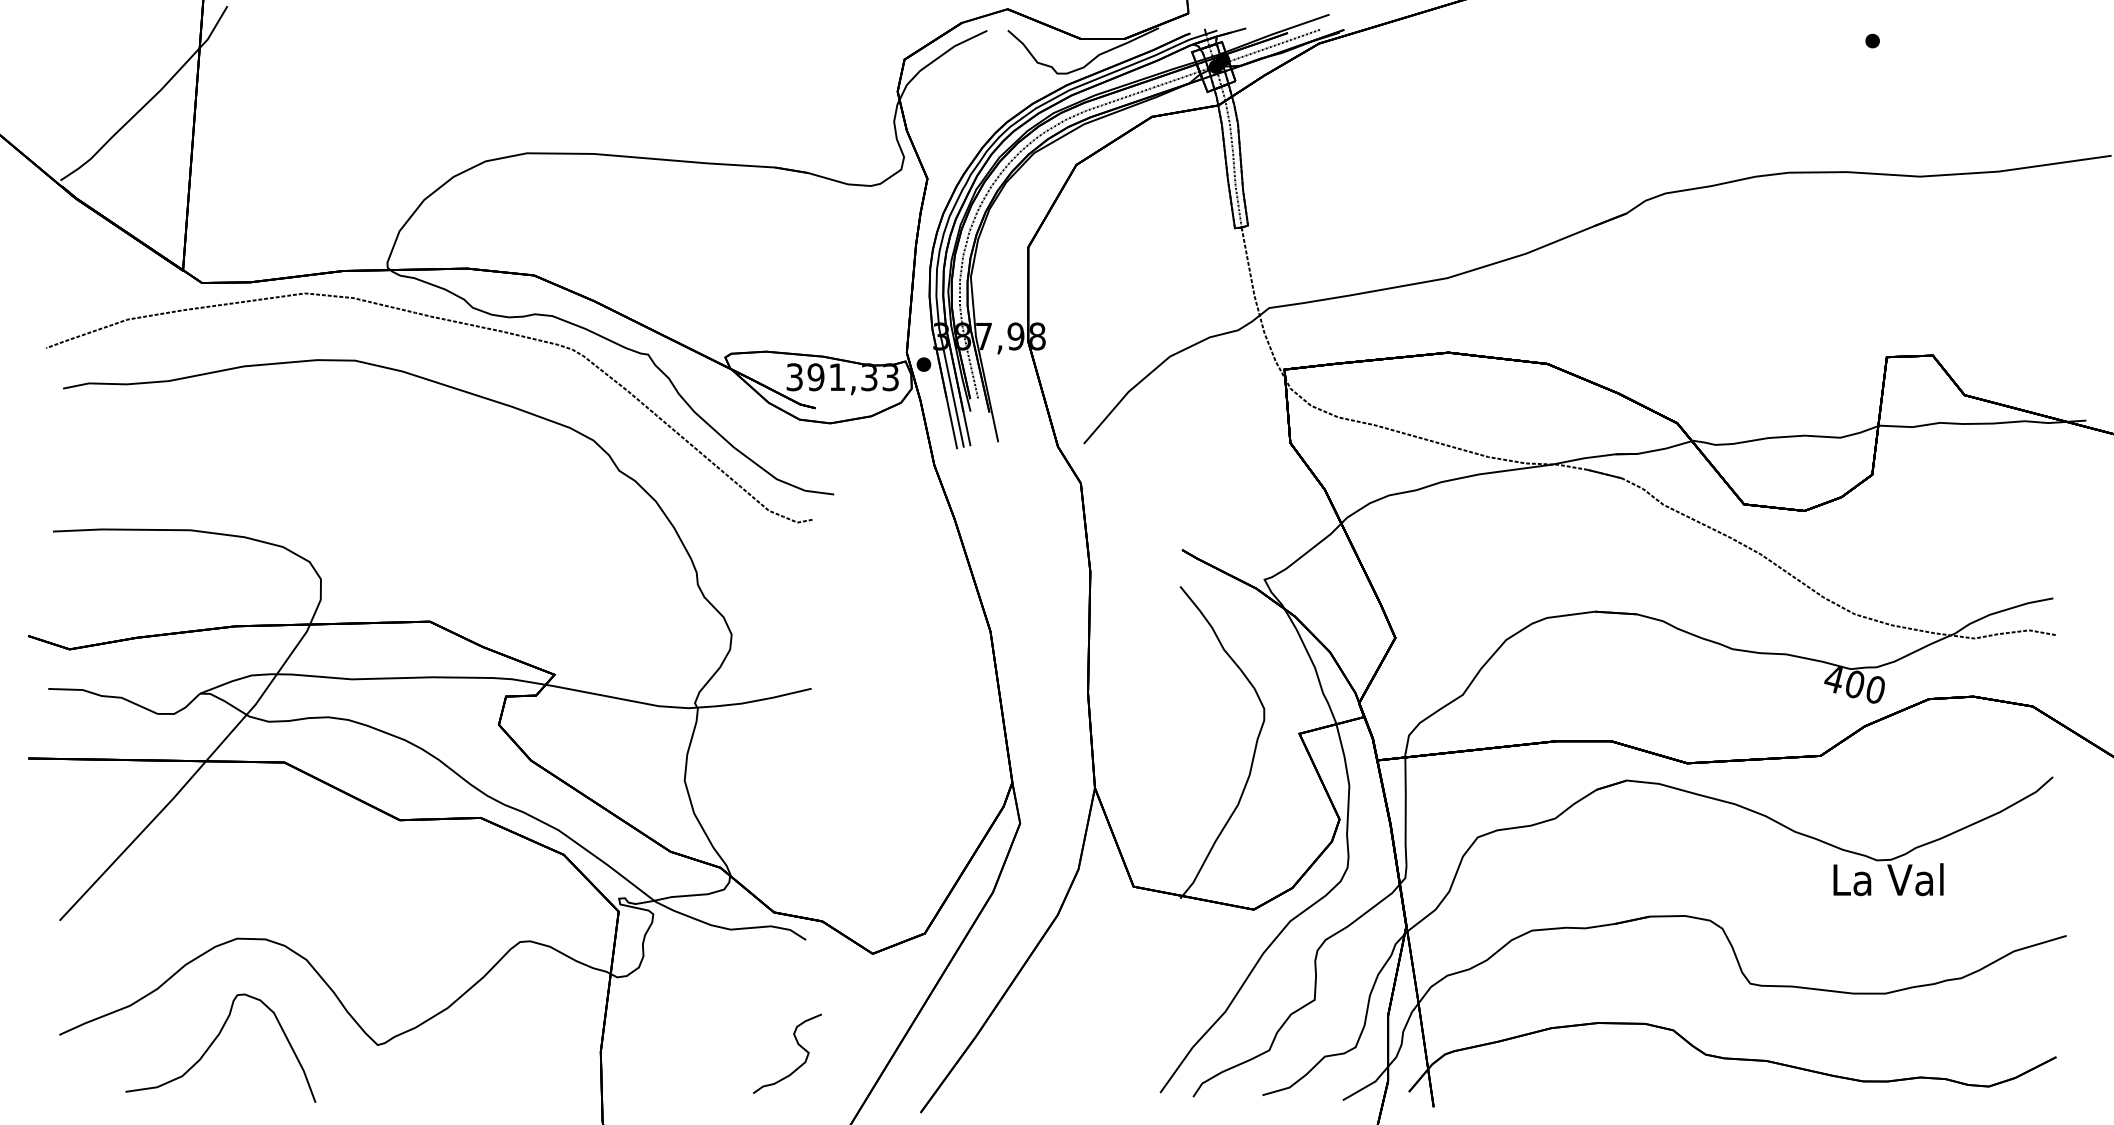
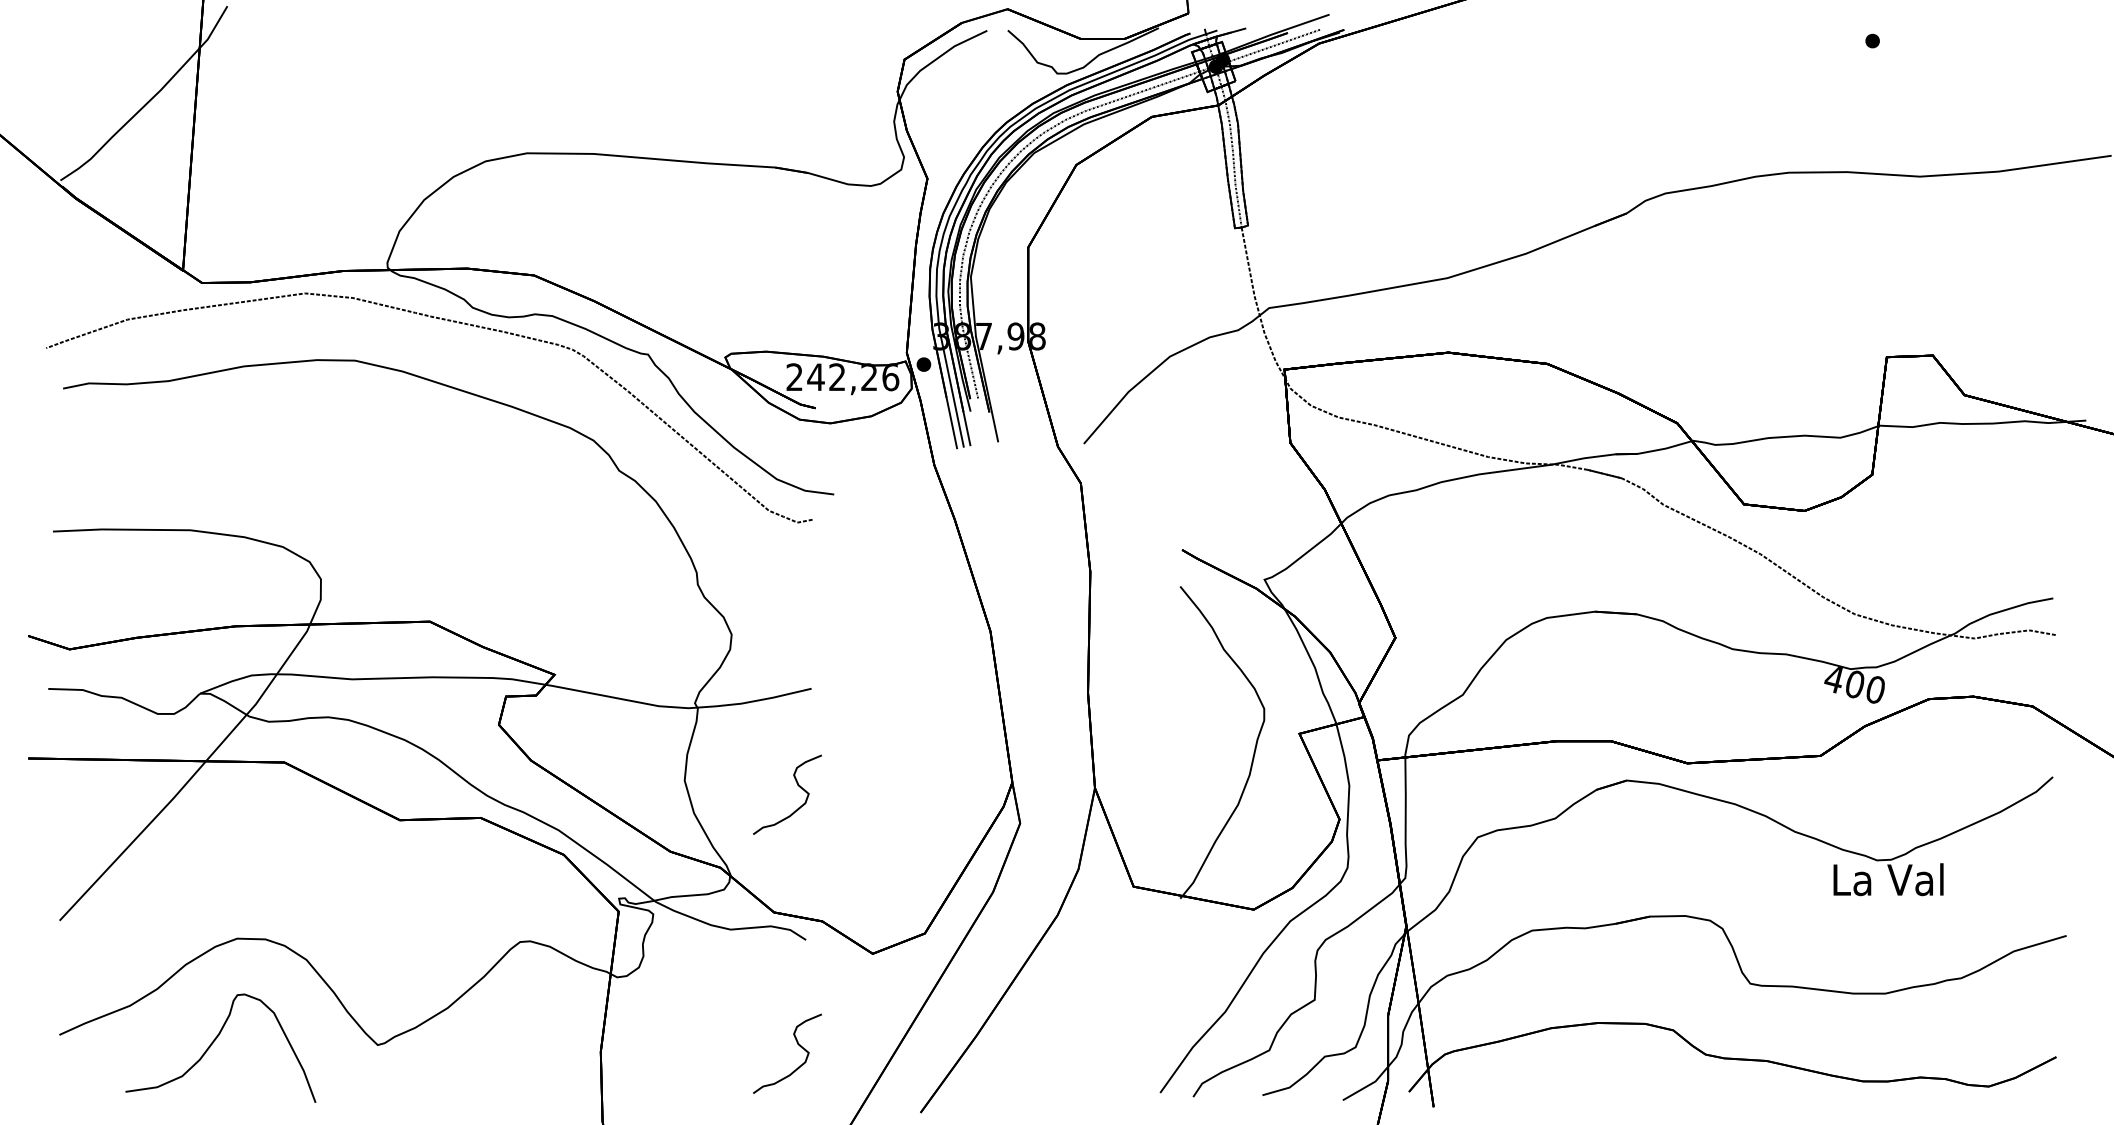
text at (842, 377): 391,33 -> 242,26
curve at (797, 785): none -> present
